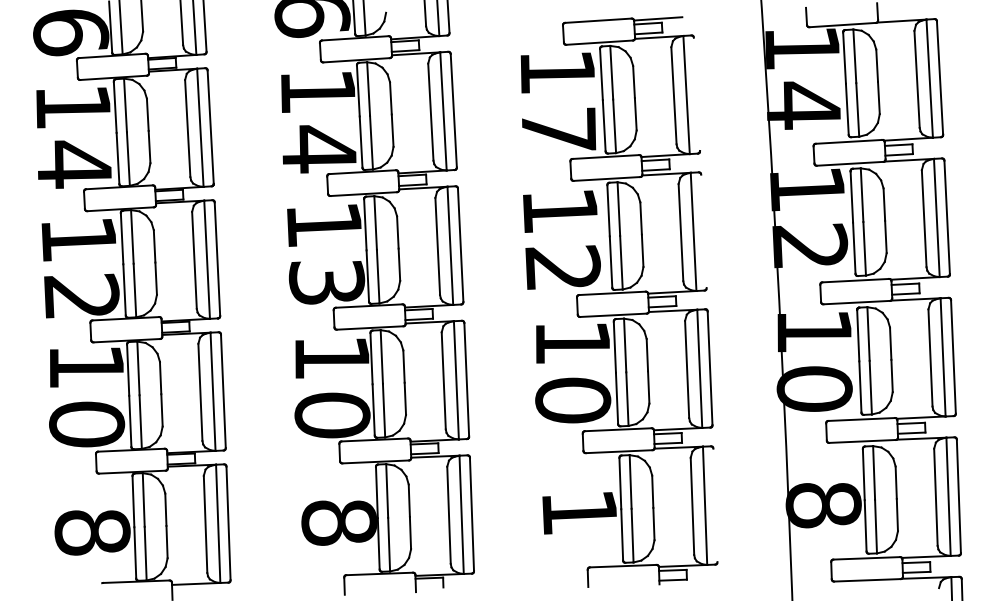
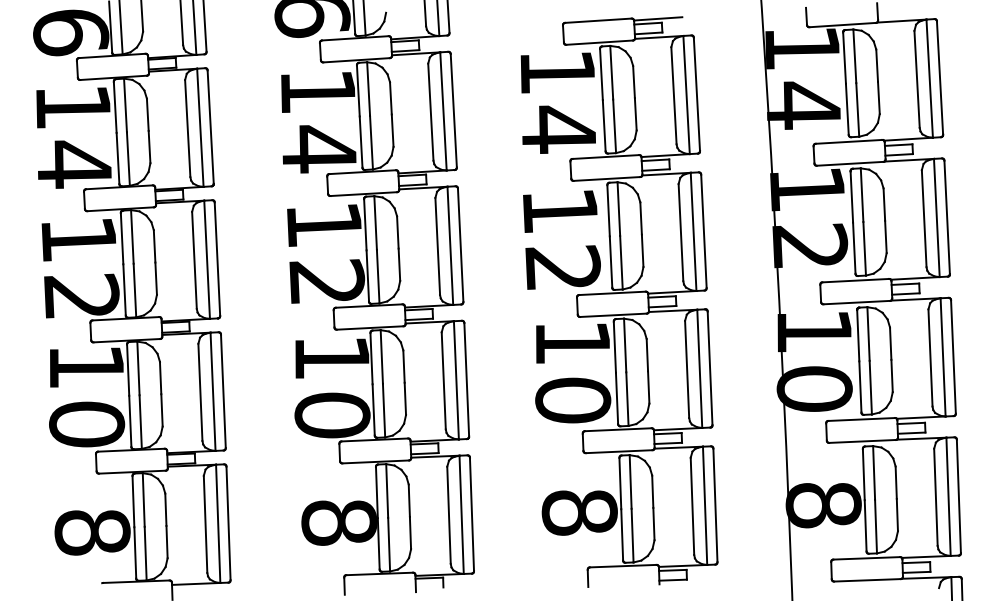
line at (696, 94): none -> present
text at (559, 129): 17 -> 14
line at (703, 231): none -> present
text at (326, 281): 13 -> 12
line at (715, 505): none -> present
text at (579, 512): 1 -> 8
